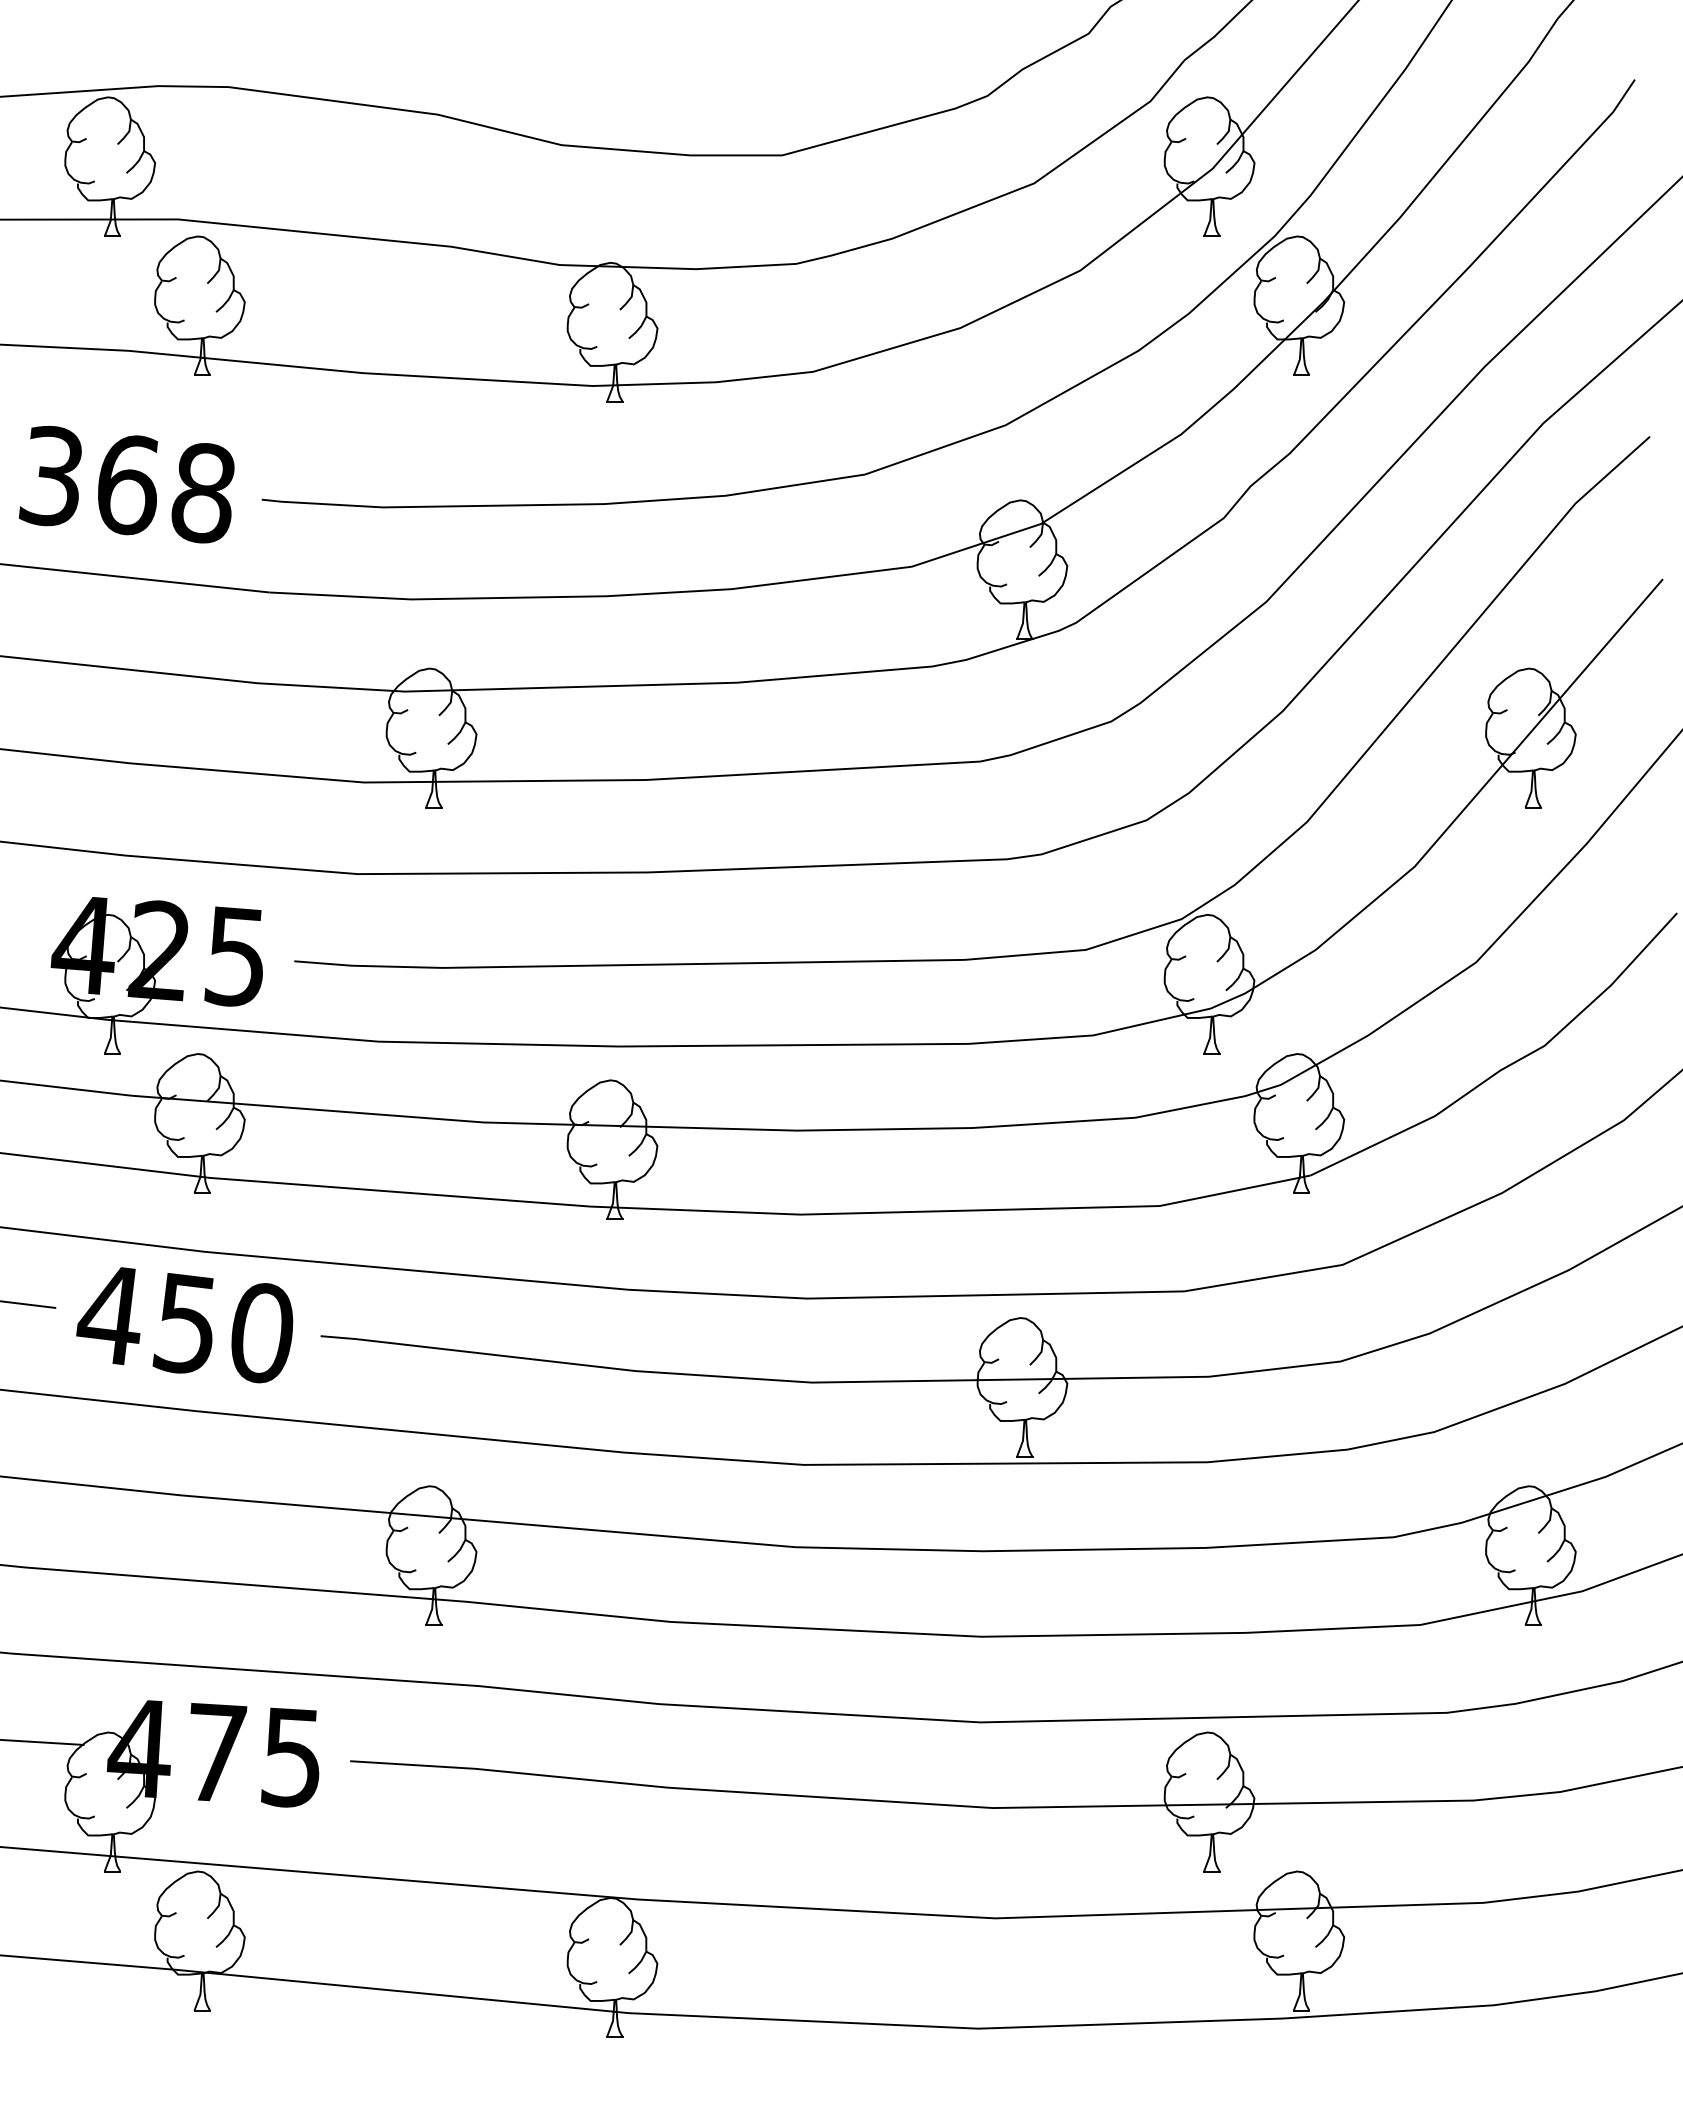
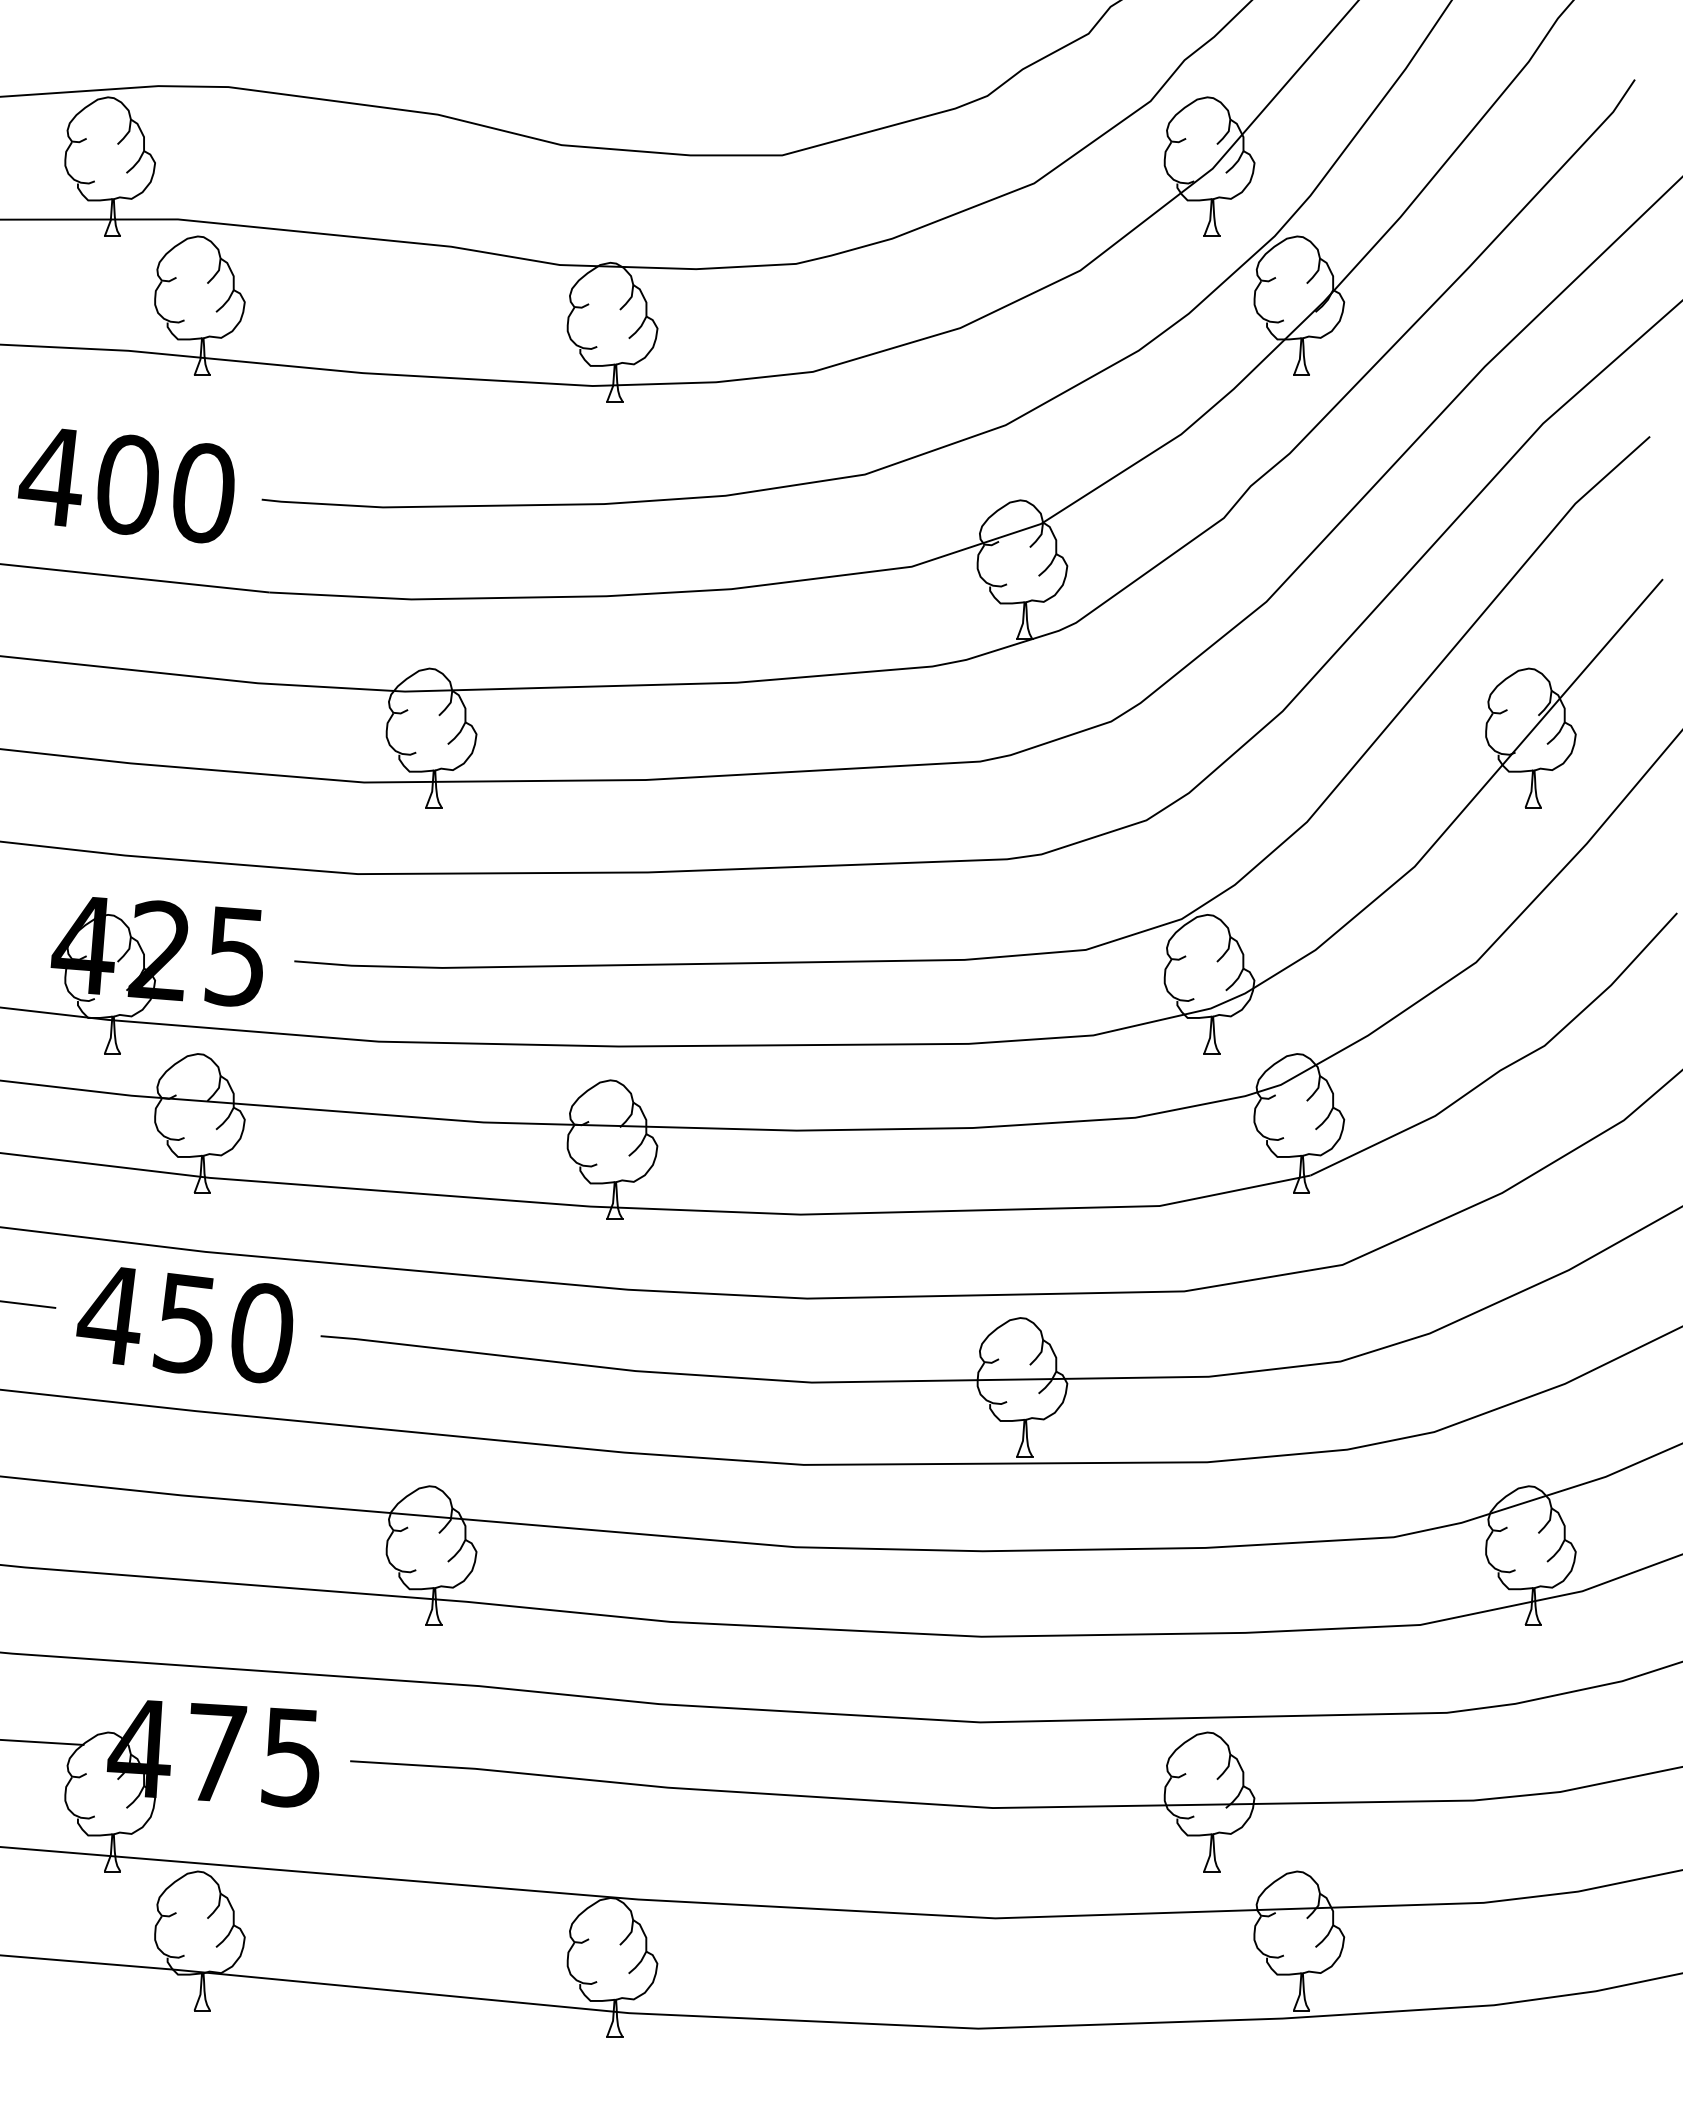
text at (125, 484): 368 -> 400
